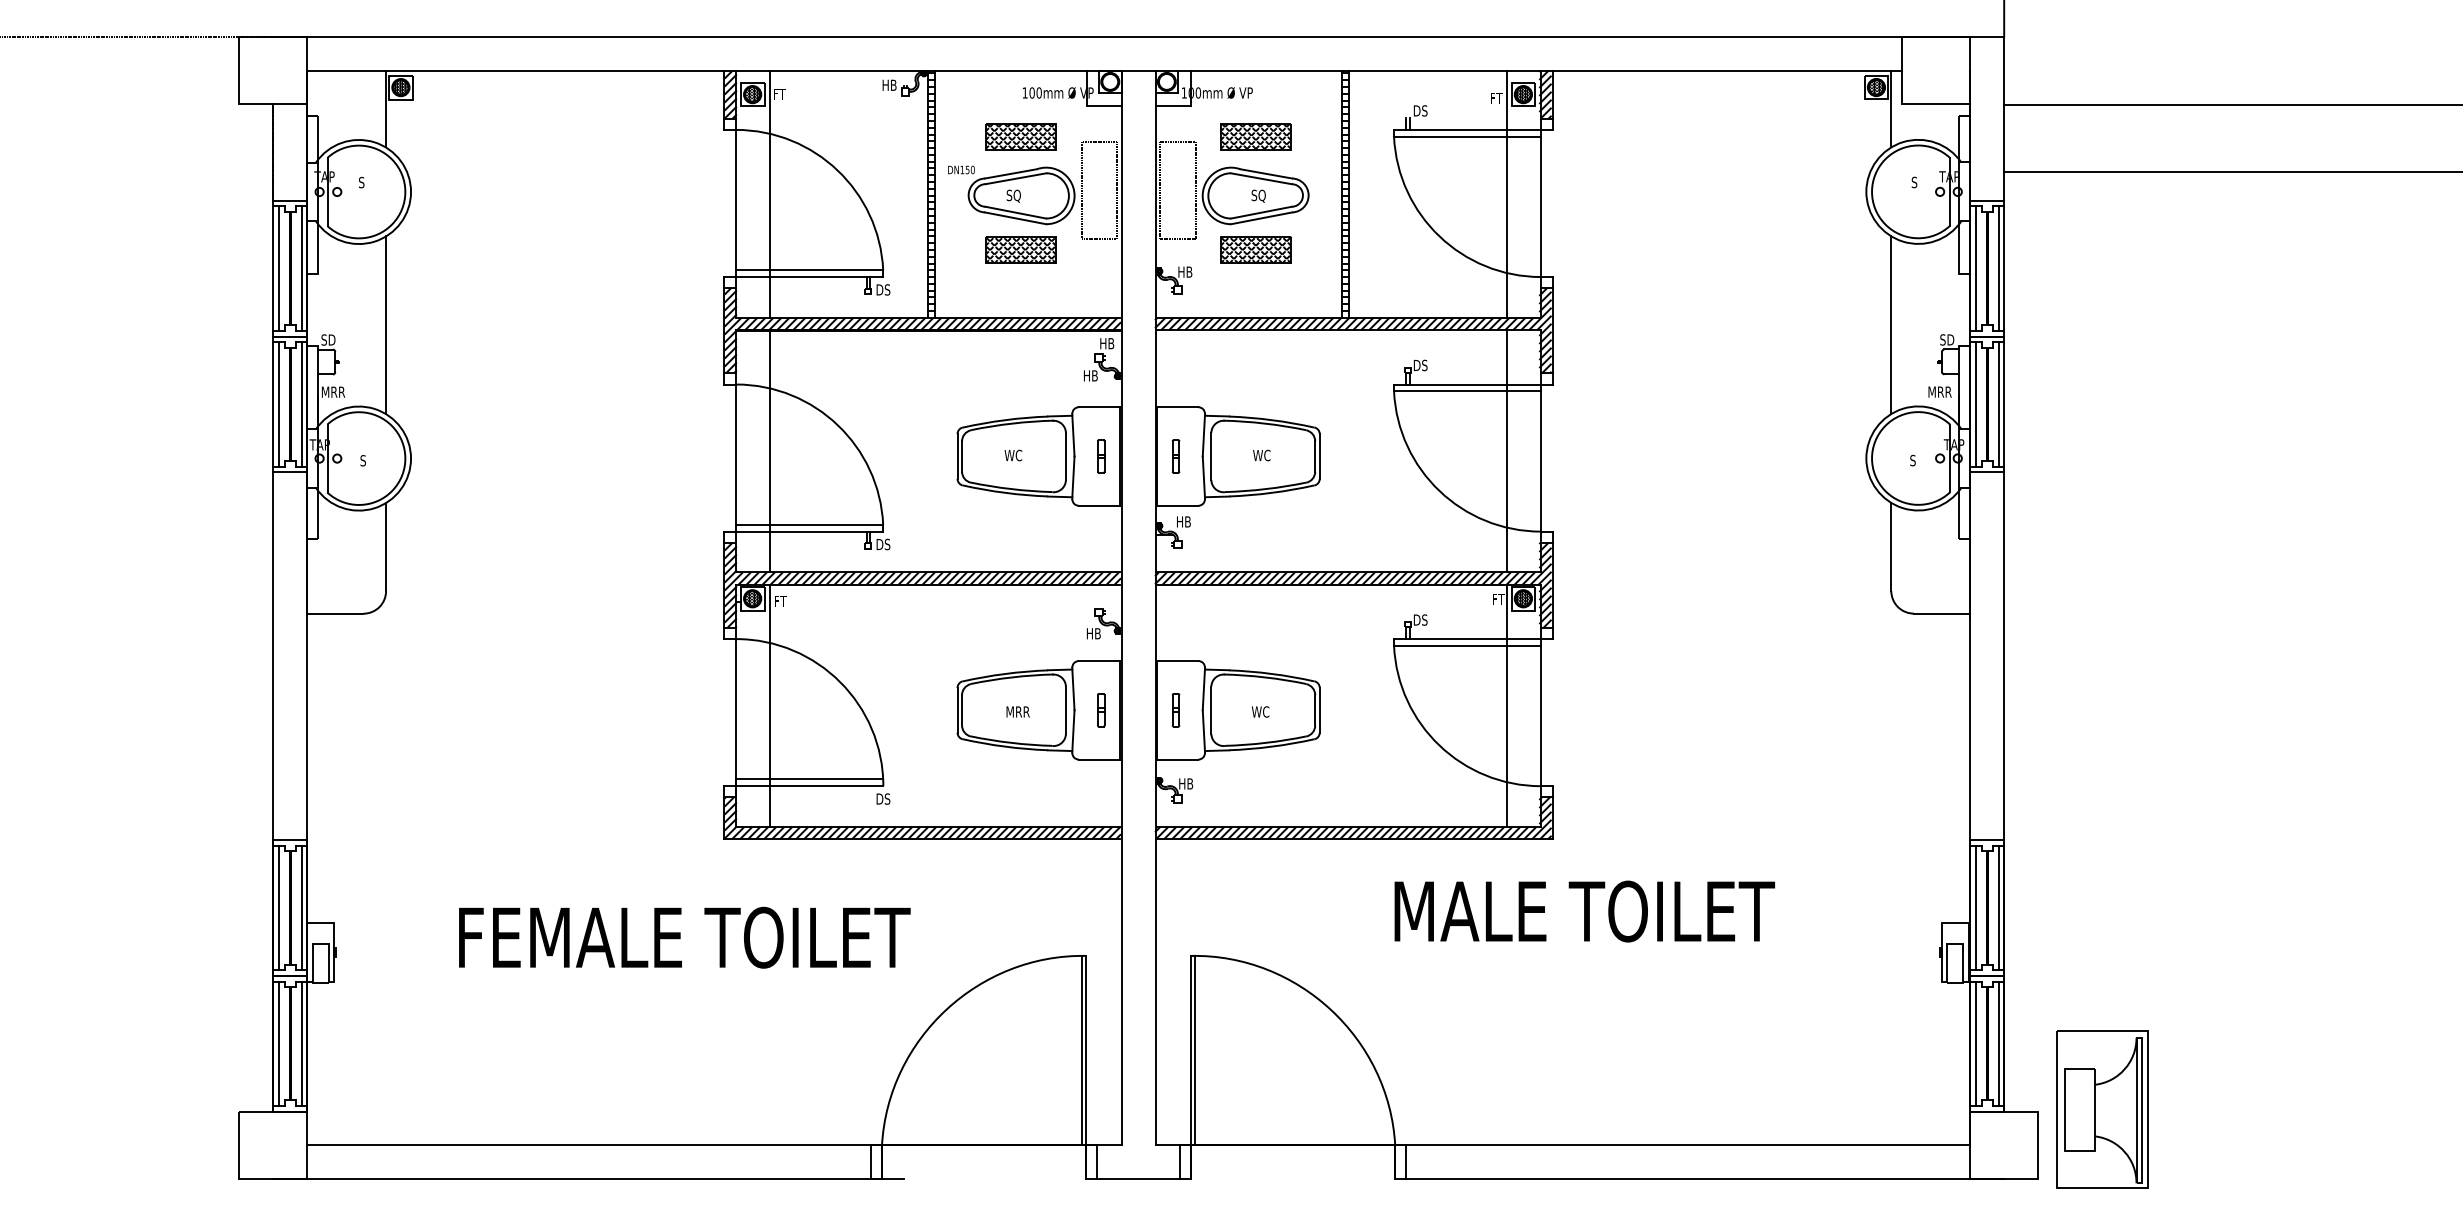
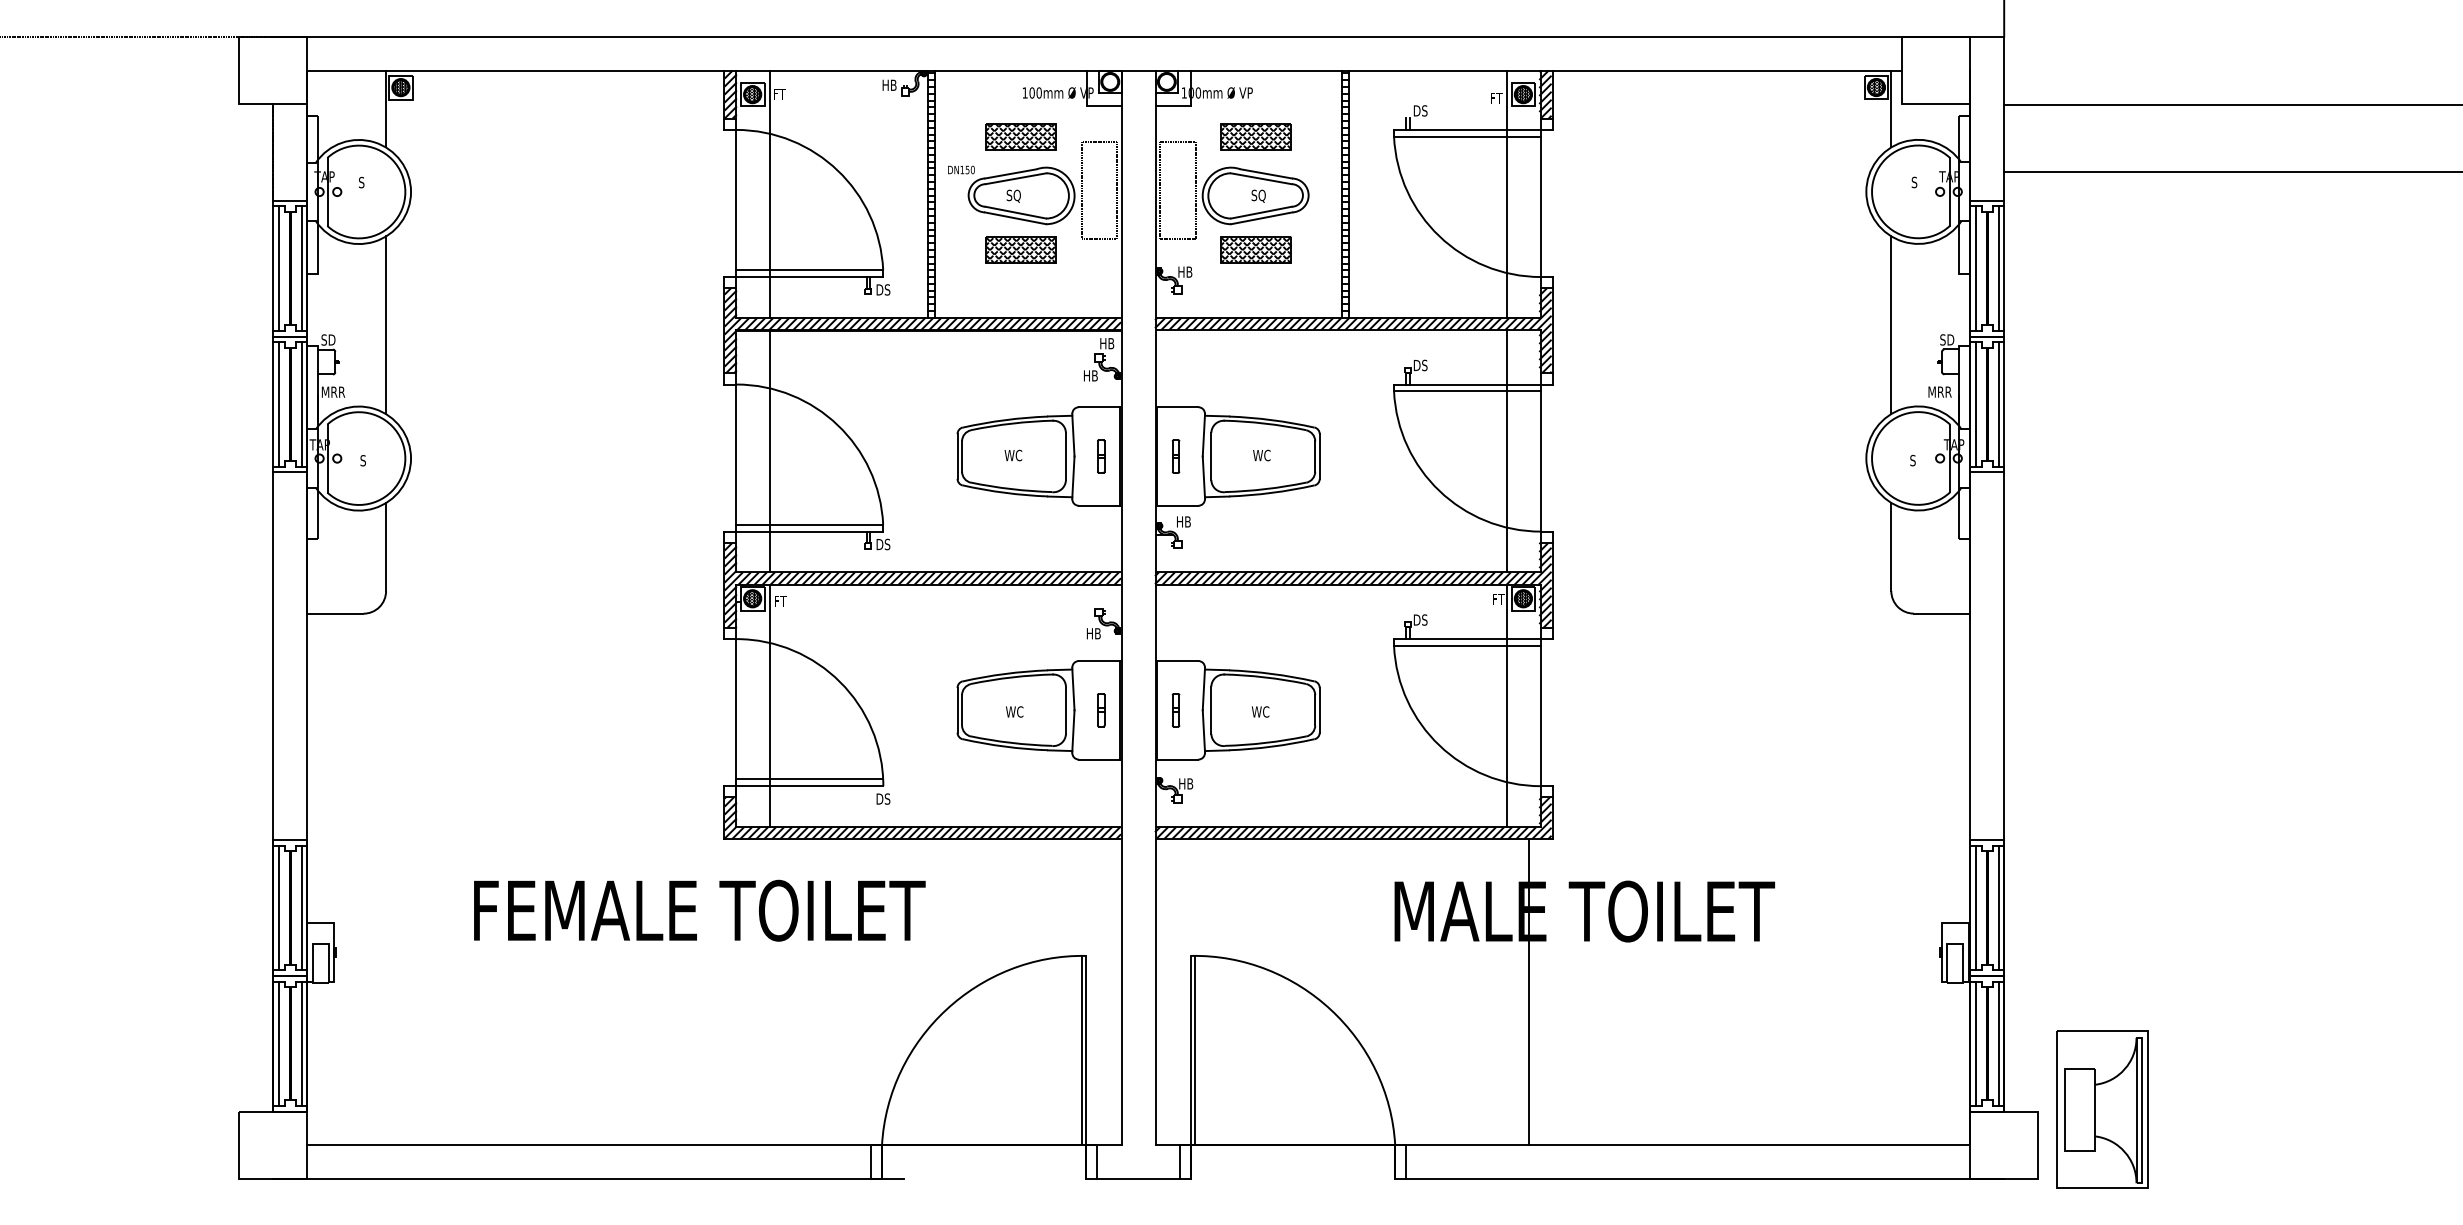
text at (1017, 711): MRR -> WC
text at (684, 937) position: (684, 937) -> (699, 910)
line at (1528, 992): none -> present
